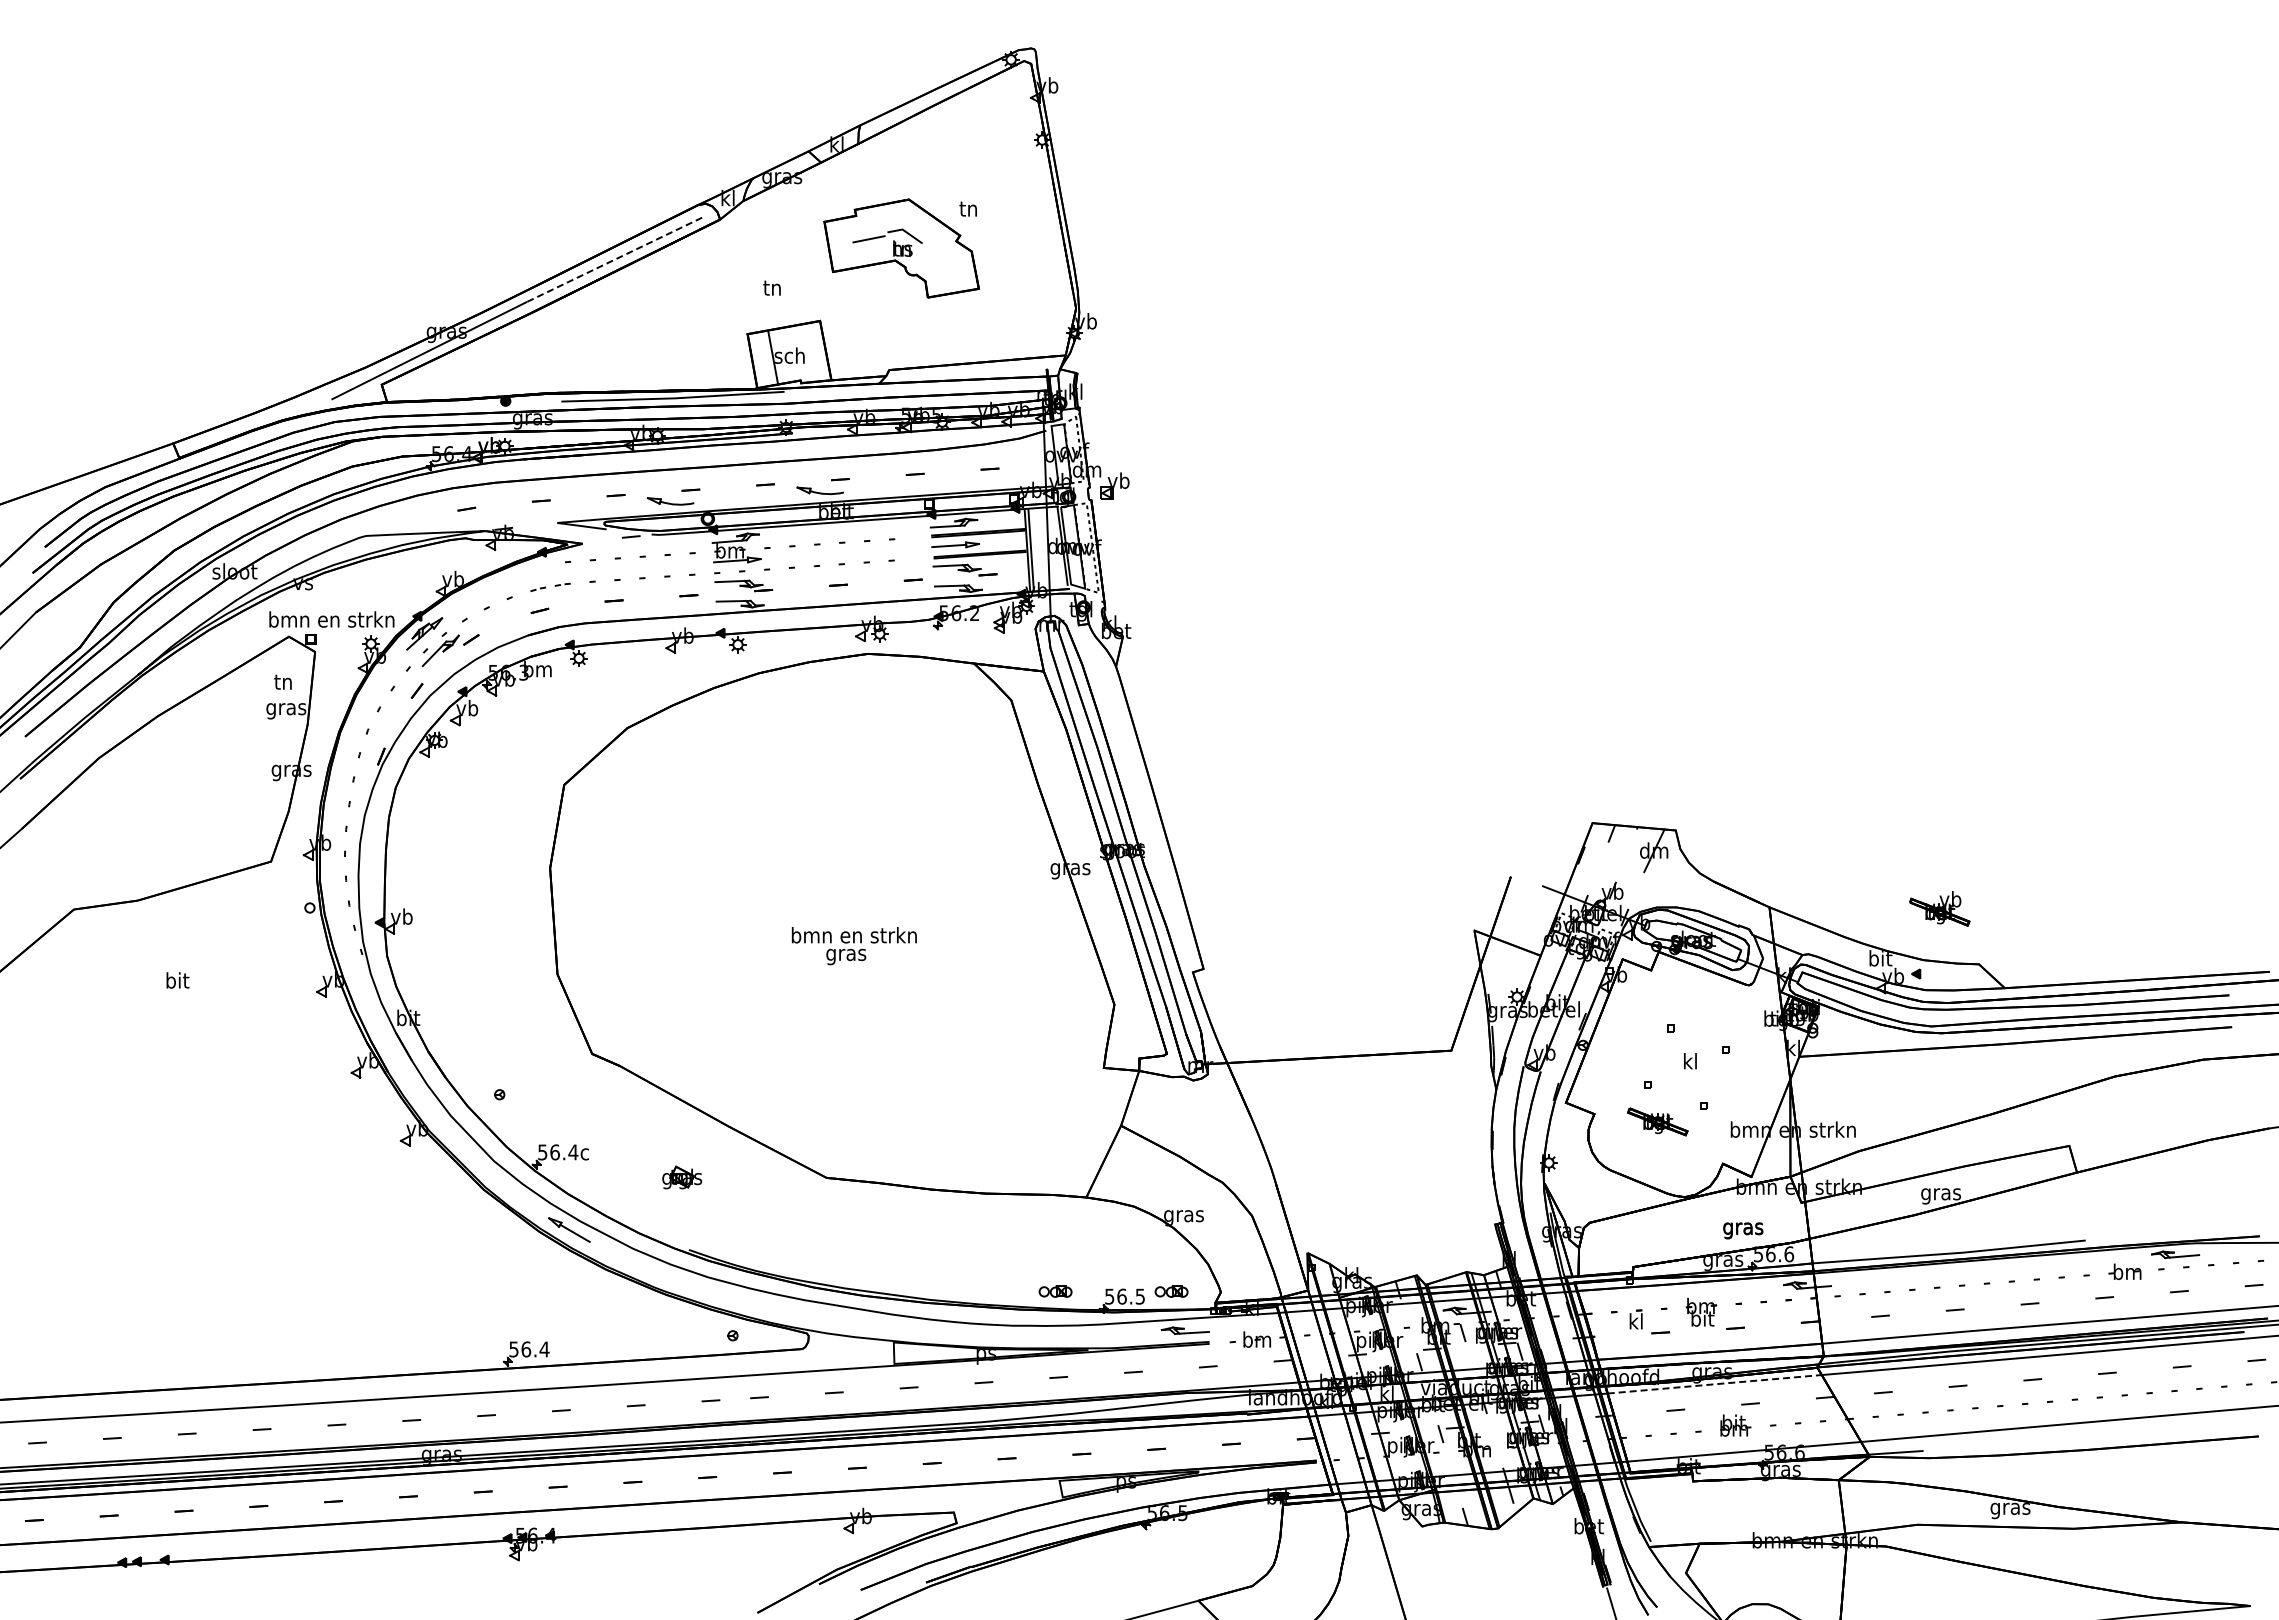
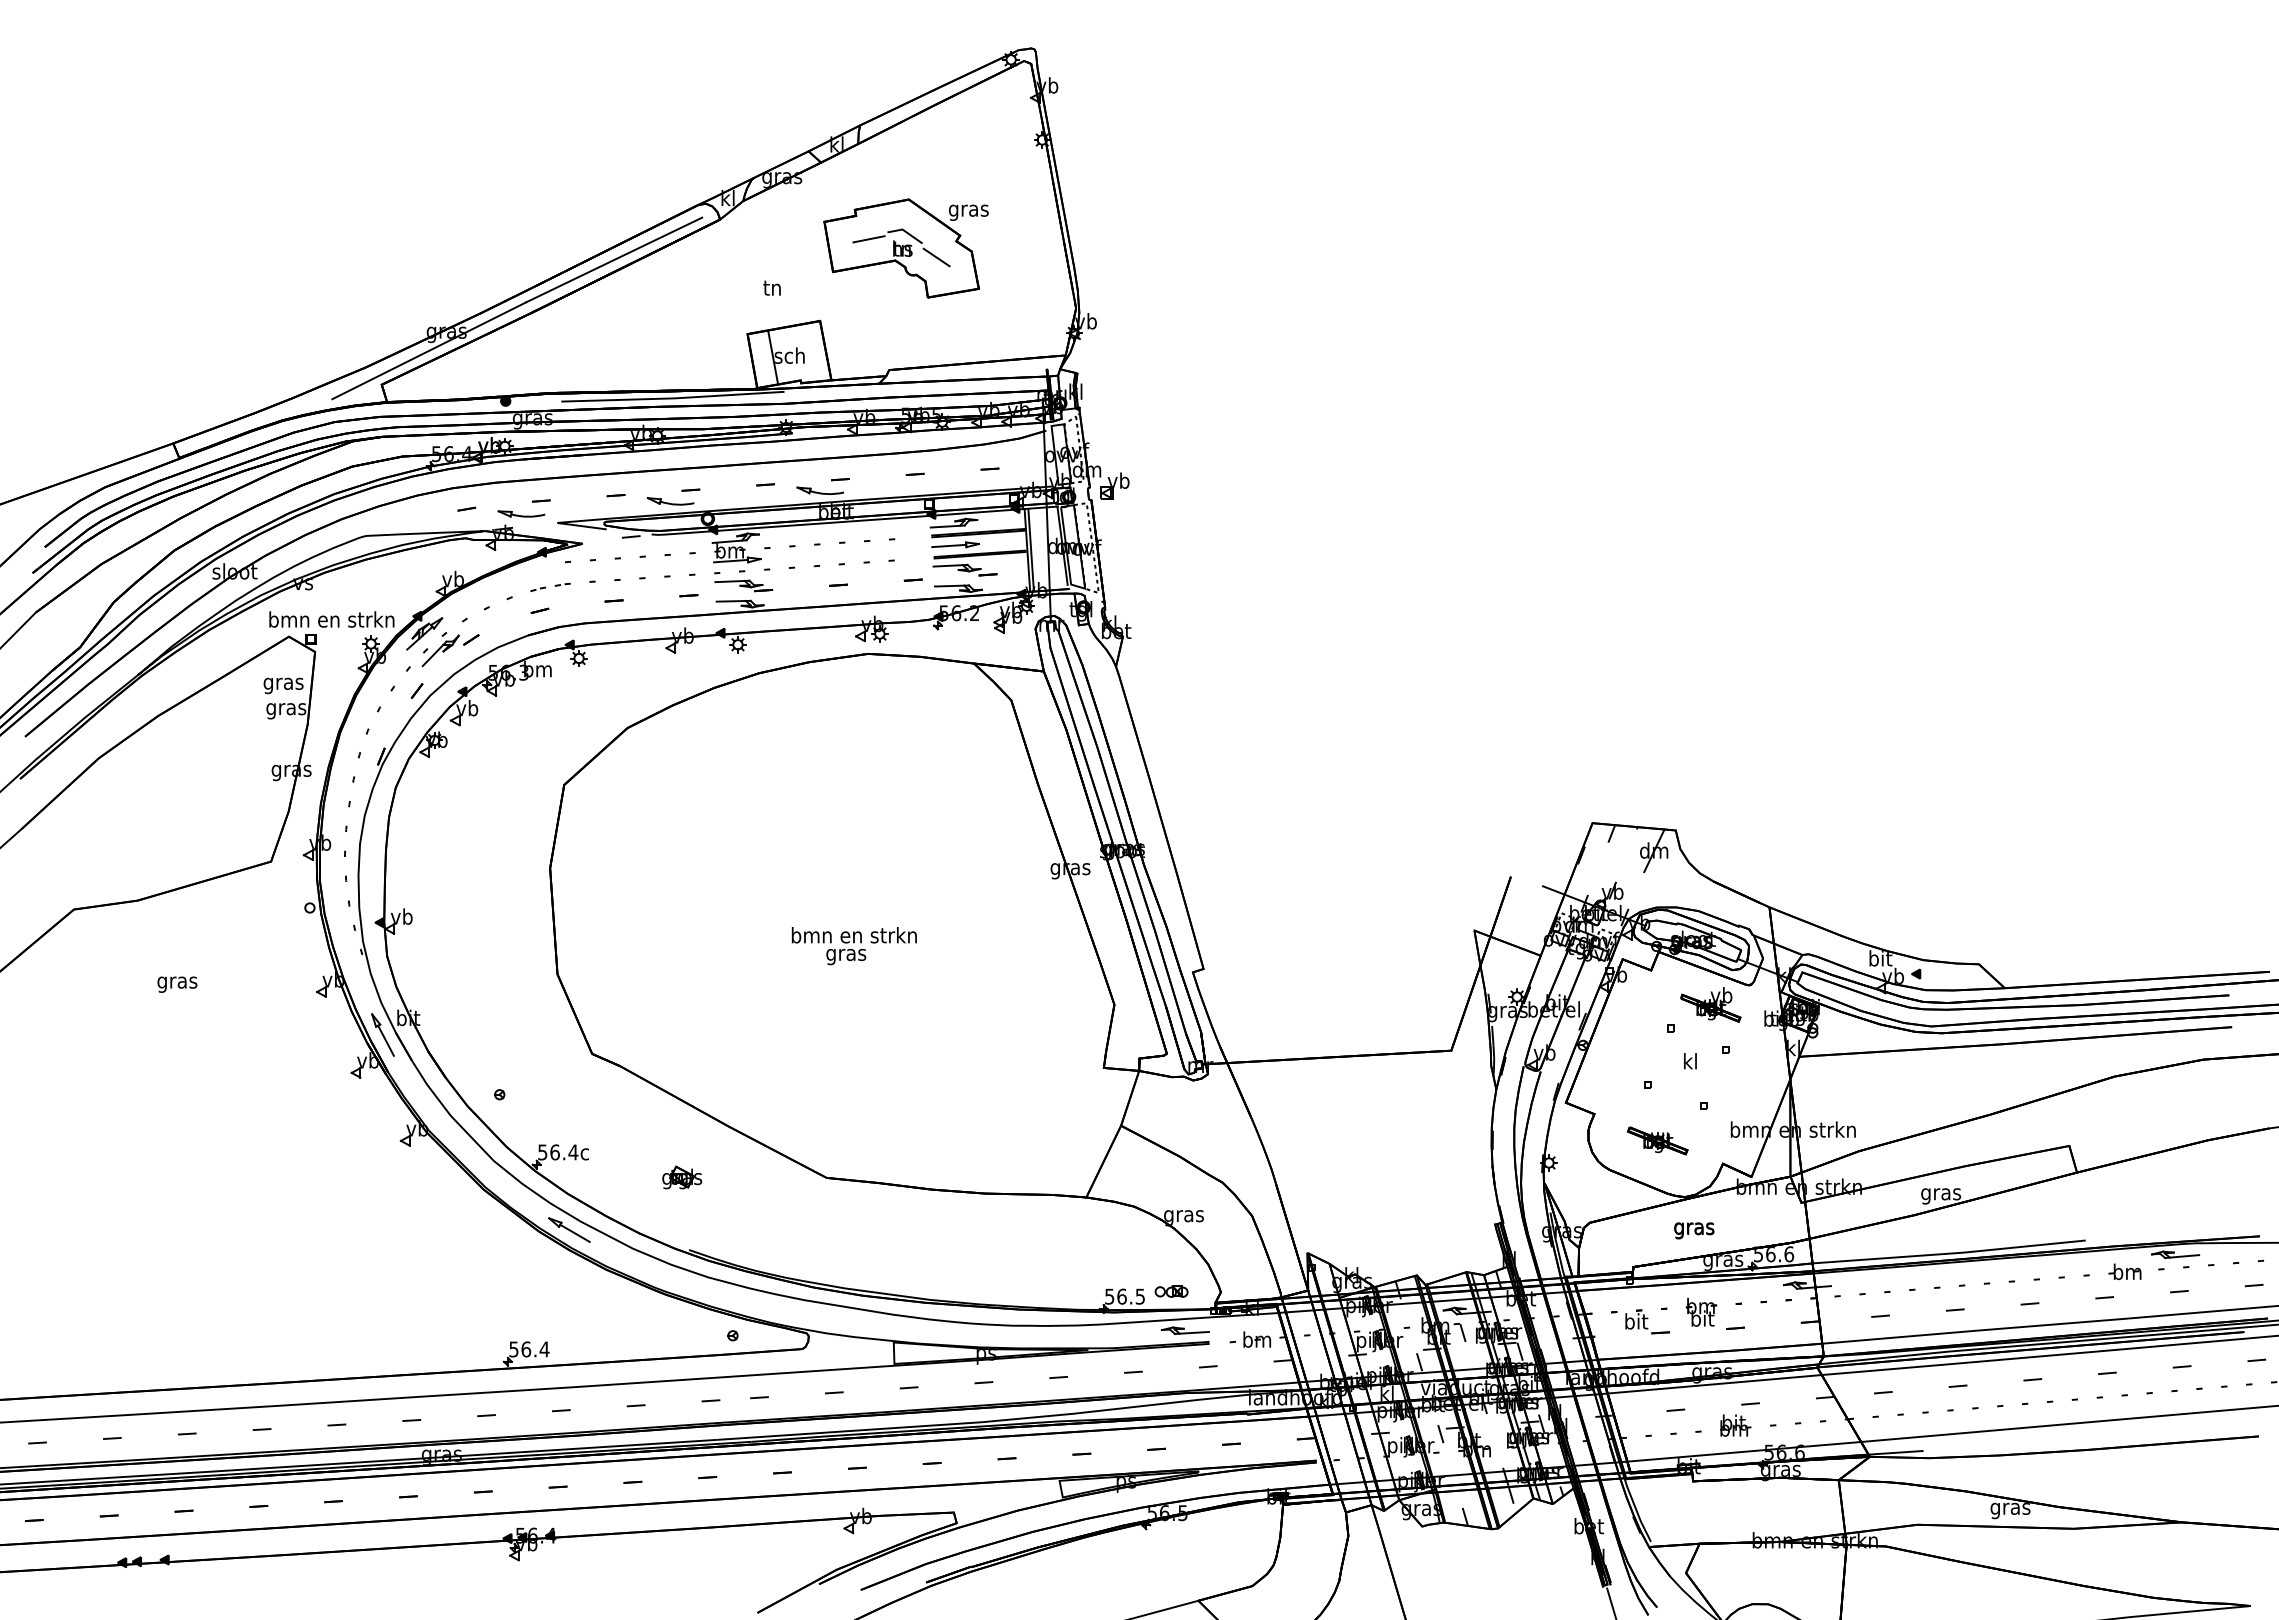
text at (968, 210): tn -> gras
line at (936, 257): none -> present
line at (614, 260): dashed -> solid
part at (521, 513): none -> present
text at (283, 684): tn -> gras
part at (1939, 908) position: (1939, 908) -> (1710, 1004)
text at (177, 982): bit -> gras
part at (382, 1034): none -> present
part at (1657, 1121) position: (1657, 1121) -> (1657, 1140)
text at (1743, 1230) position: (1743, 1230) -> (1694, 1230)
part at (1055, 1291): present -> none
text at (1636, 1321): kl -> bit
line at (1715, 1384): dashed -> solid
